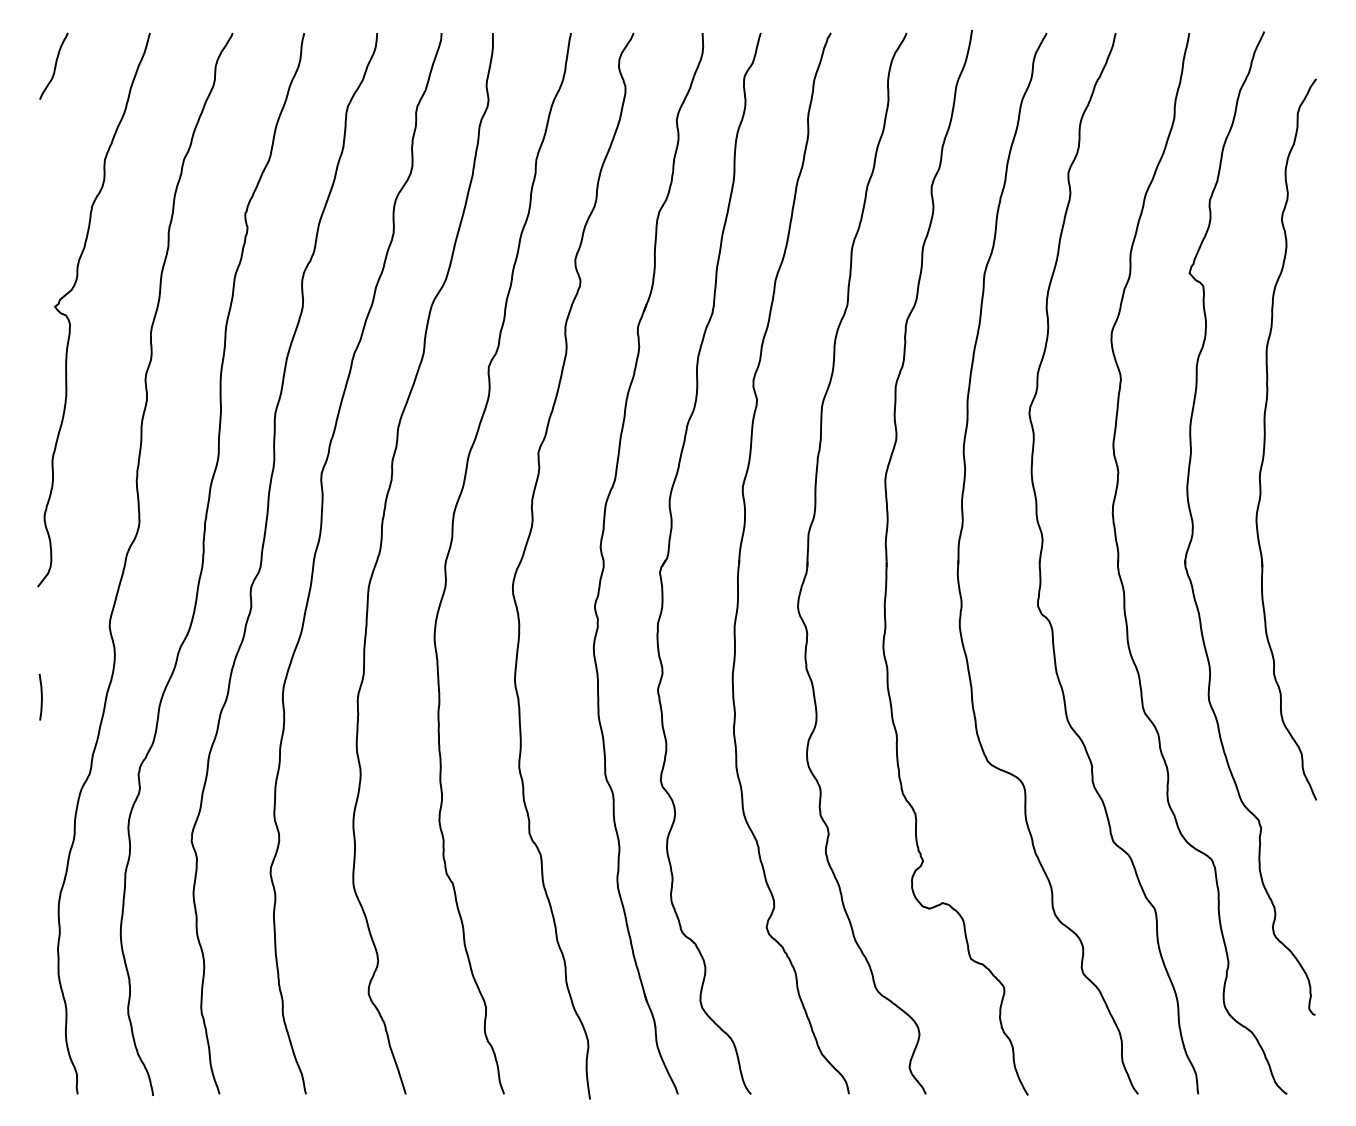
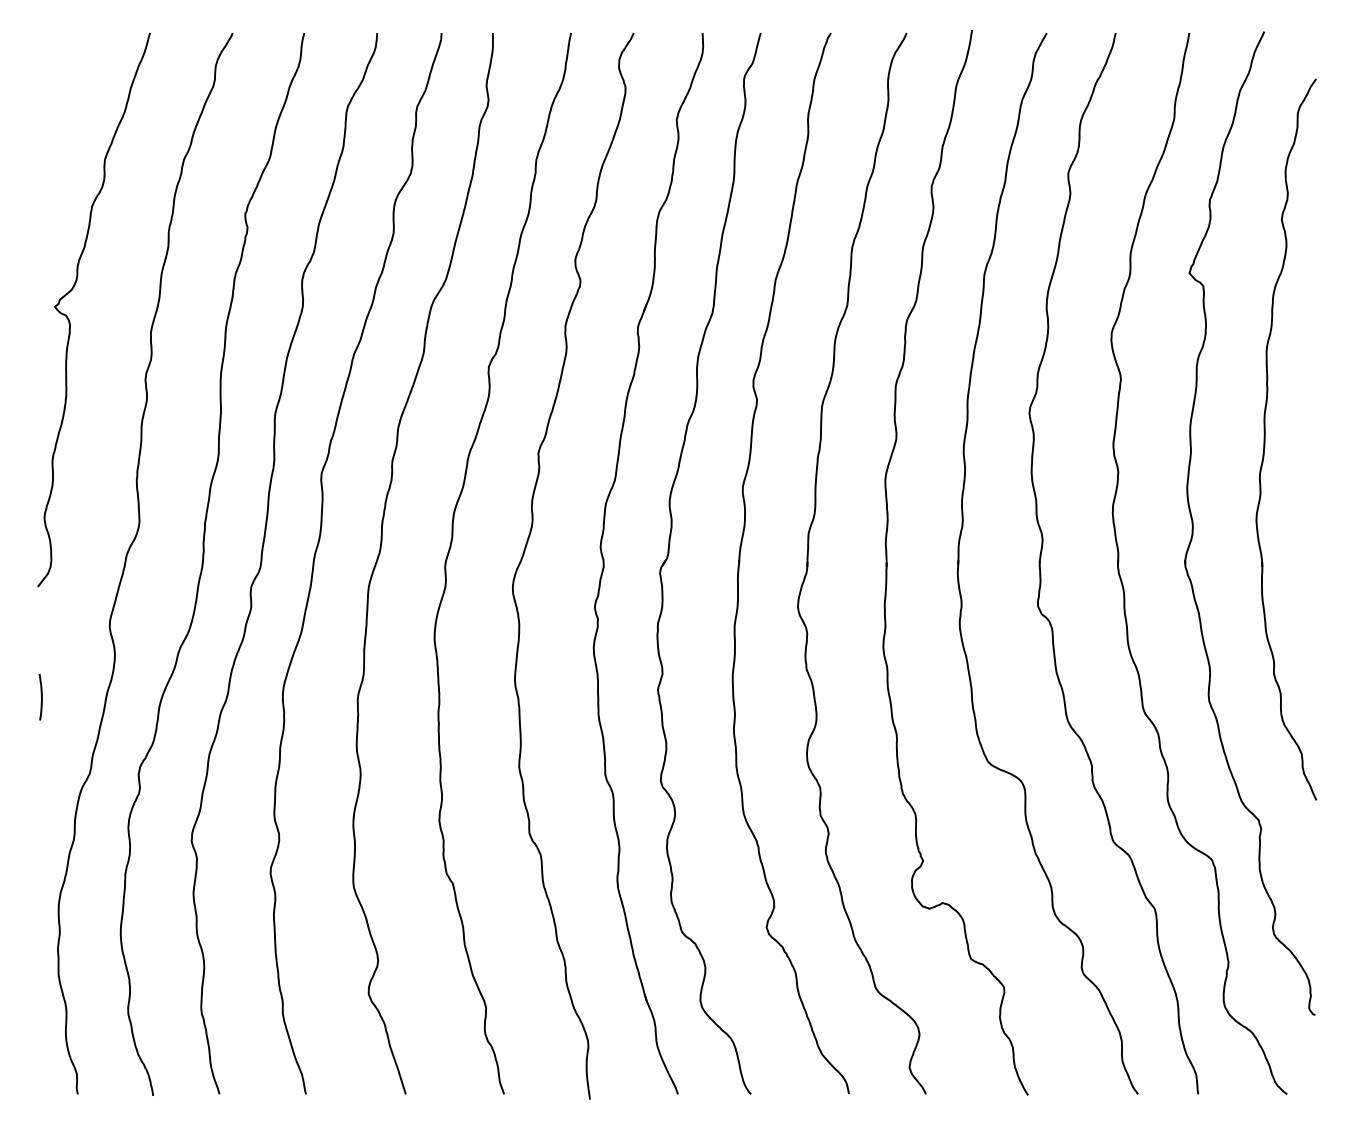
curve at (54, 65): present -> none
